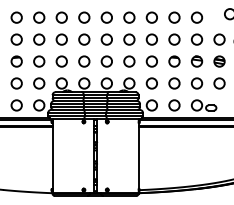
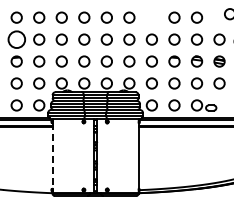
circle at (151, 17): present -> none
circle at (16, 39) size: 13x13 px -> 19x19 px
line at (52, 155): solid -> dashed
